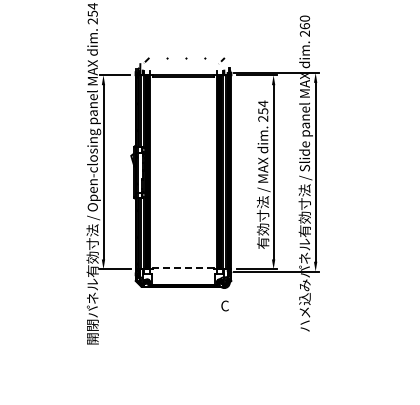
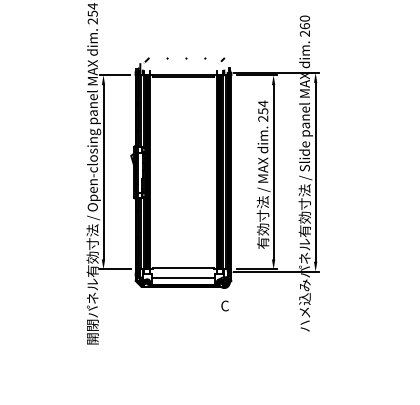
line at (183, 267): dashed -> solid
line at (183, 278): none -> present
